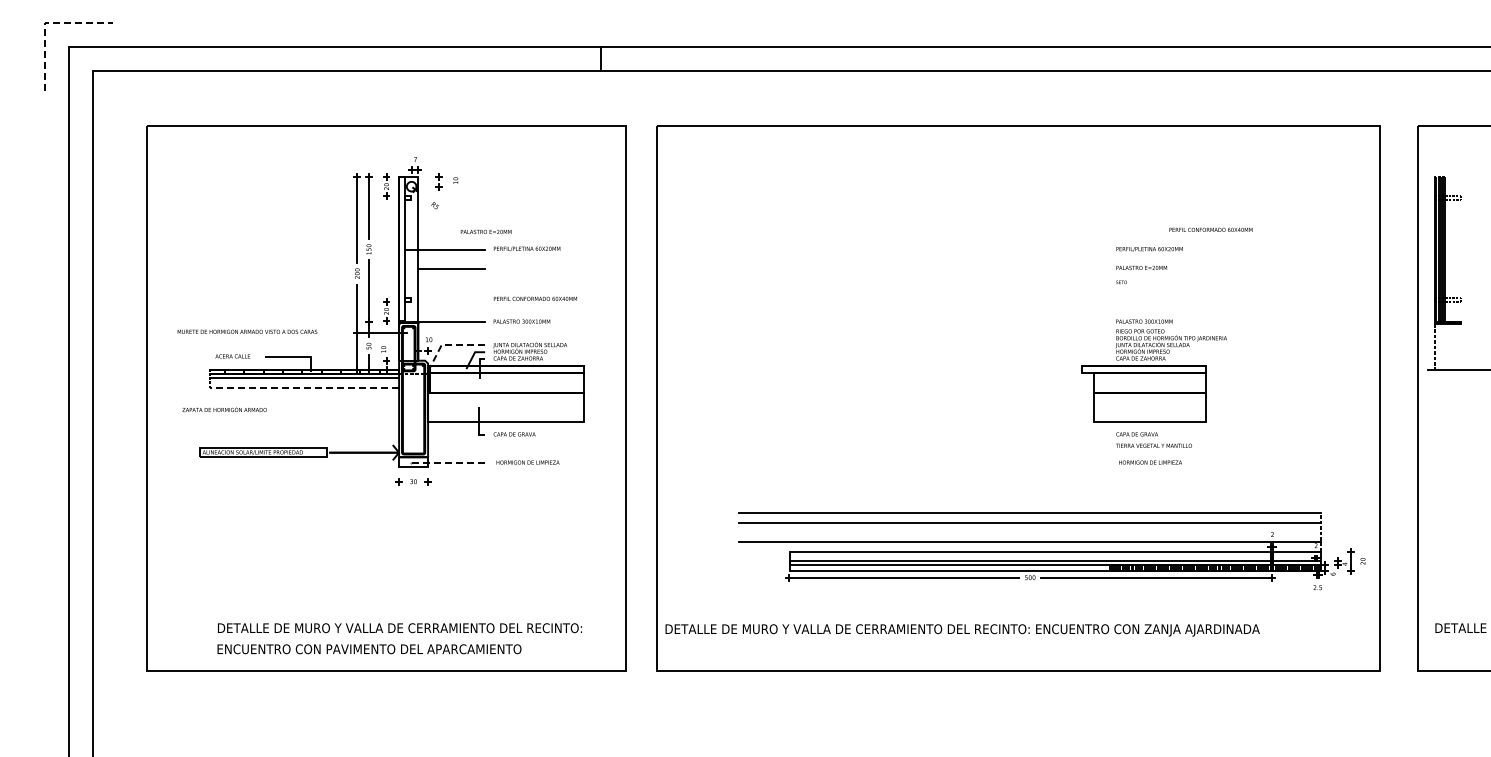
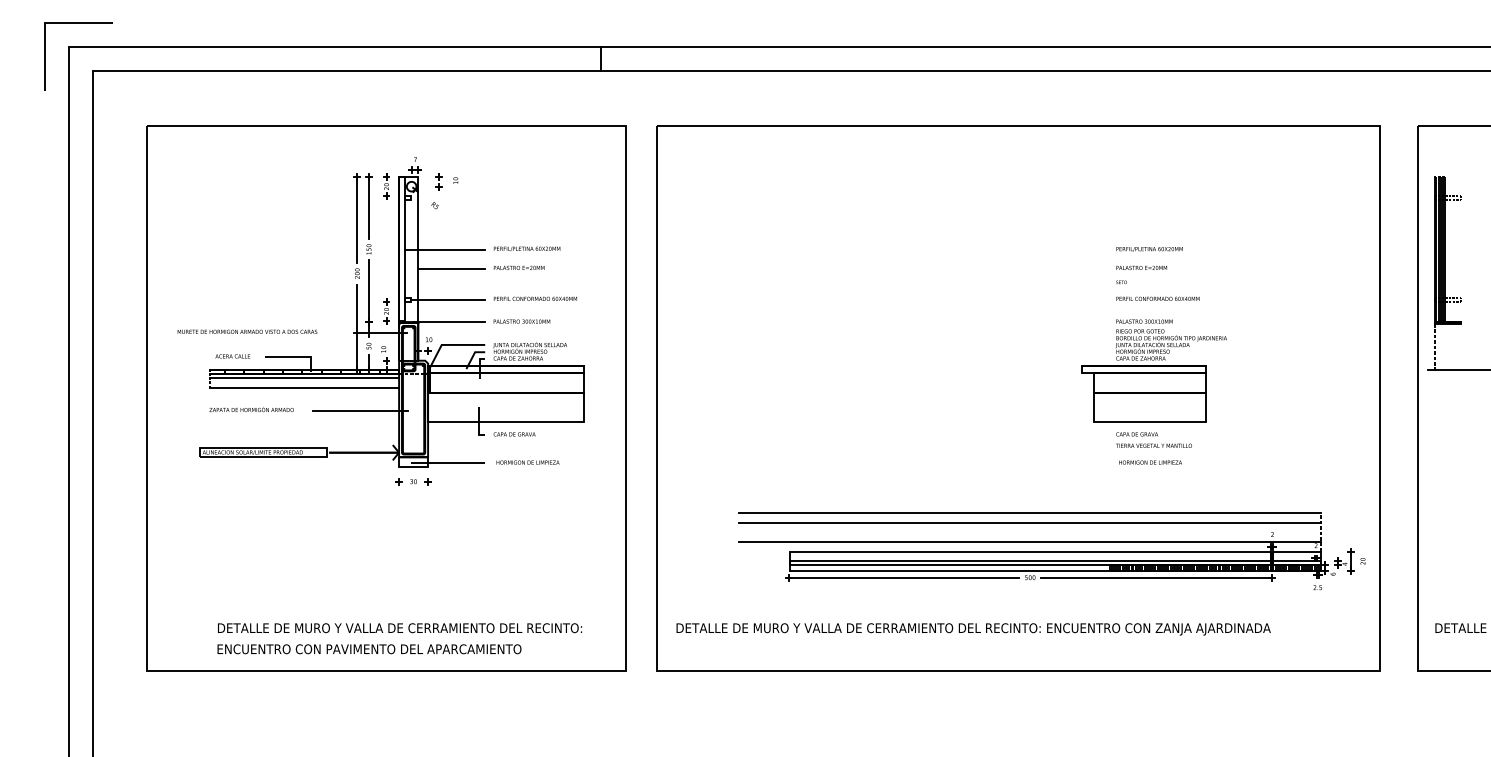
line at (44, 22): dashed -> solid
text at (1210, 229) position: (1210, 229) -> (1157, 298)
text at (485, 231) position: (485, 231) -> (518, 267)
line at (447, 299): none -> present
line at (448, 344): dashed -> solid
line at (304, 387): dashed -> solid
text at (224, 409) position: (224, 409) -> (251, 409)
line at (360, 410): none -> present
line at (447, 462): dashed -> solid
text at (962, 630) position: (962, 630) -> (973, 629)
